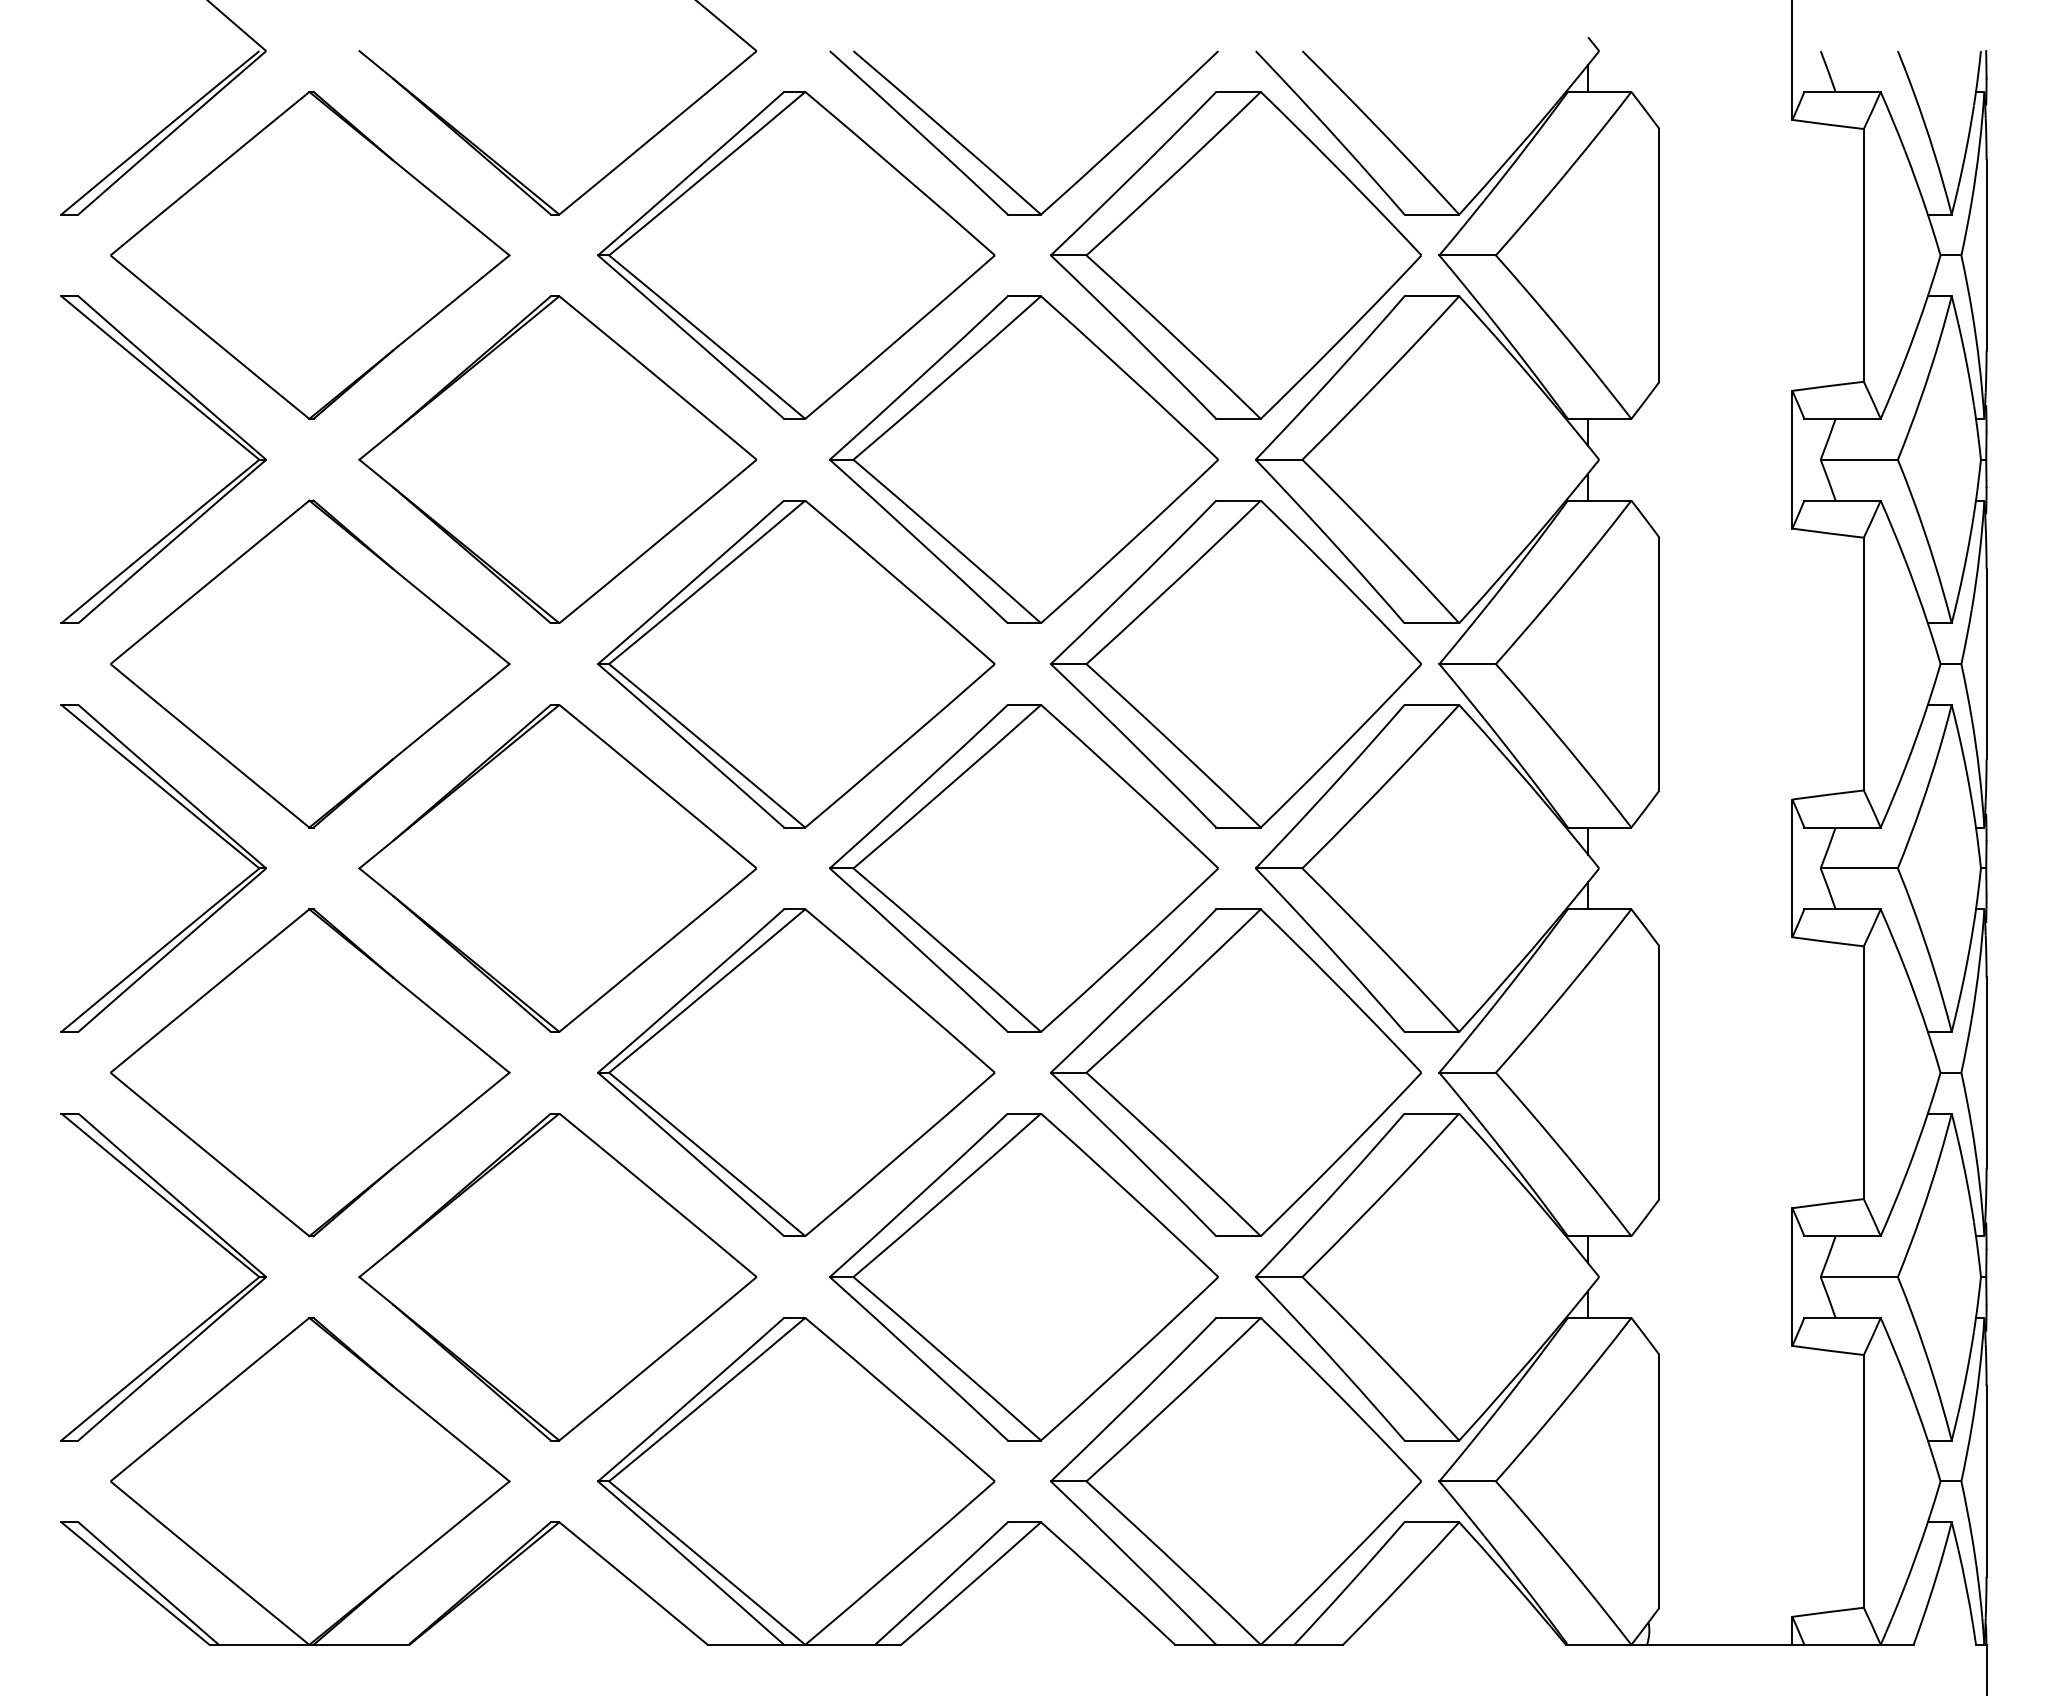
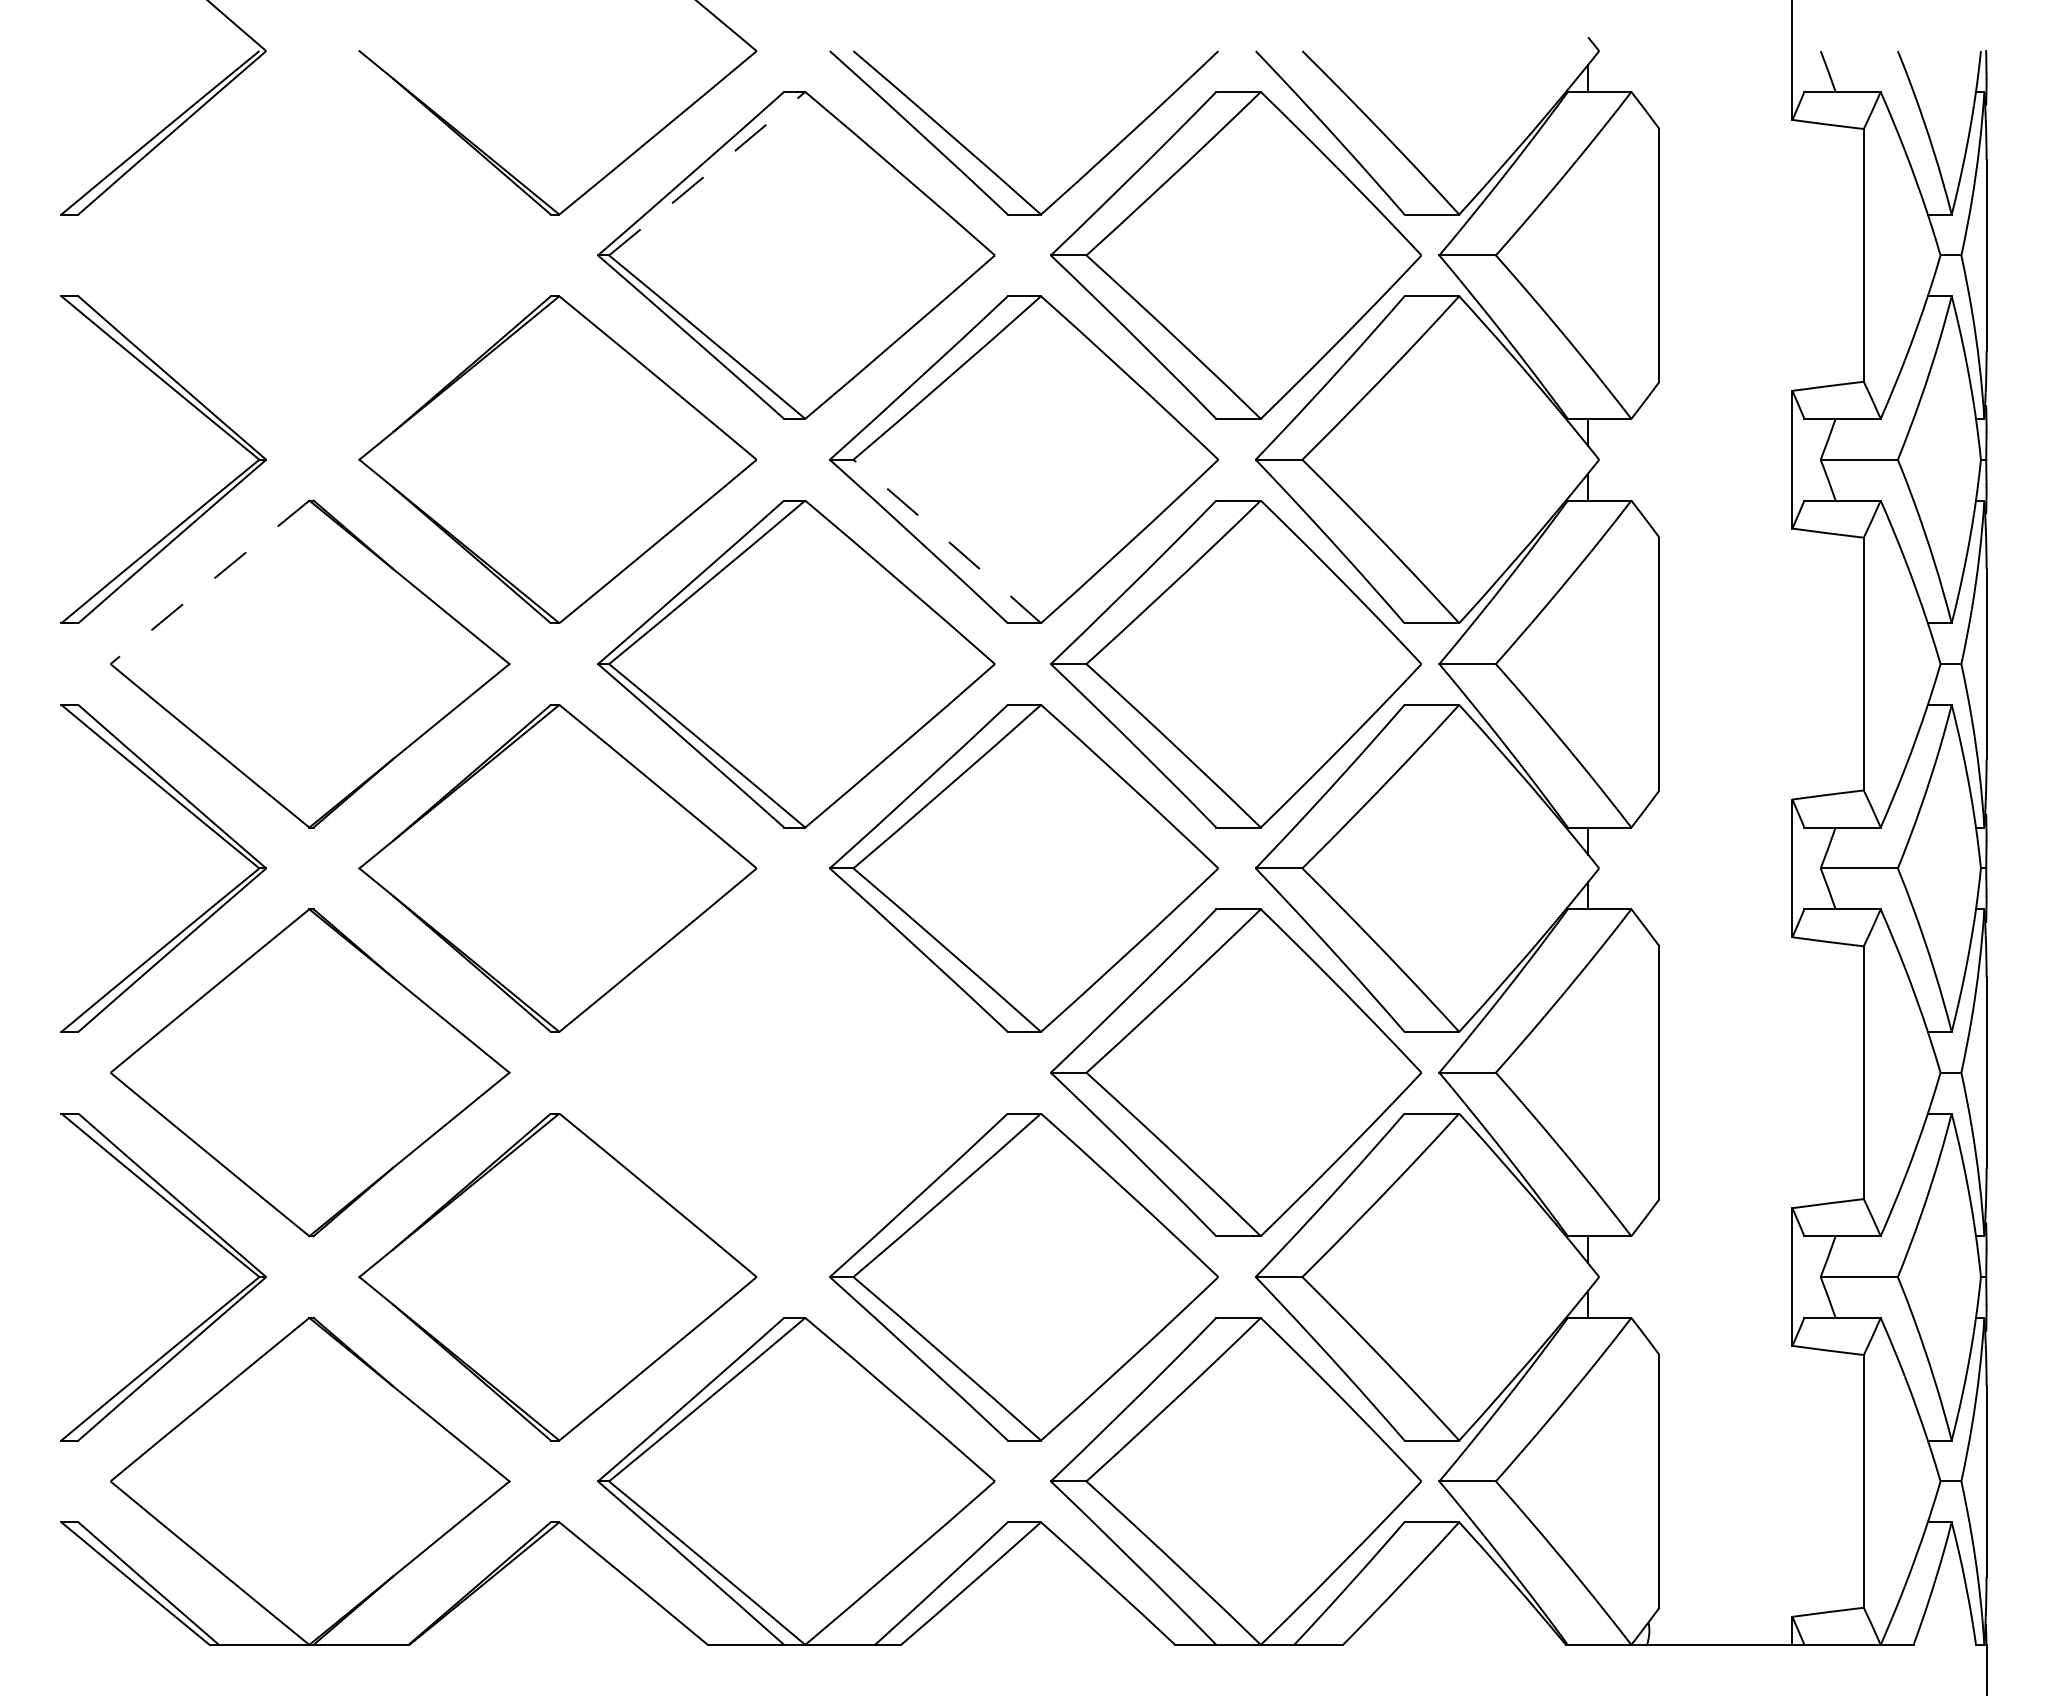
arc at (707, 174): solid -> dashed
part at (310, 254): present -> none
arc at (947, 540): solid -> dashed
arc at (209, 582): solid -> dashed
part at (796, 1072): present -> none
